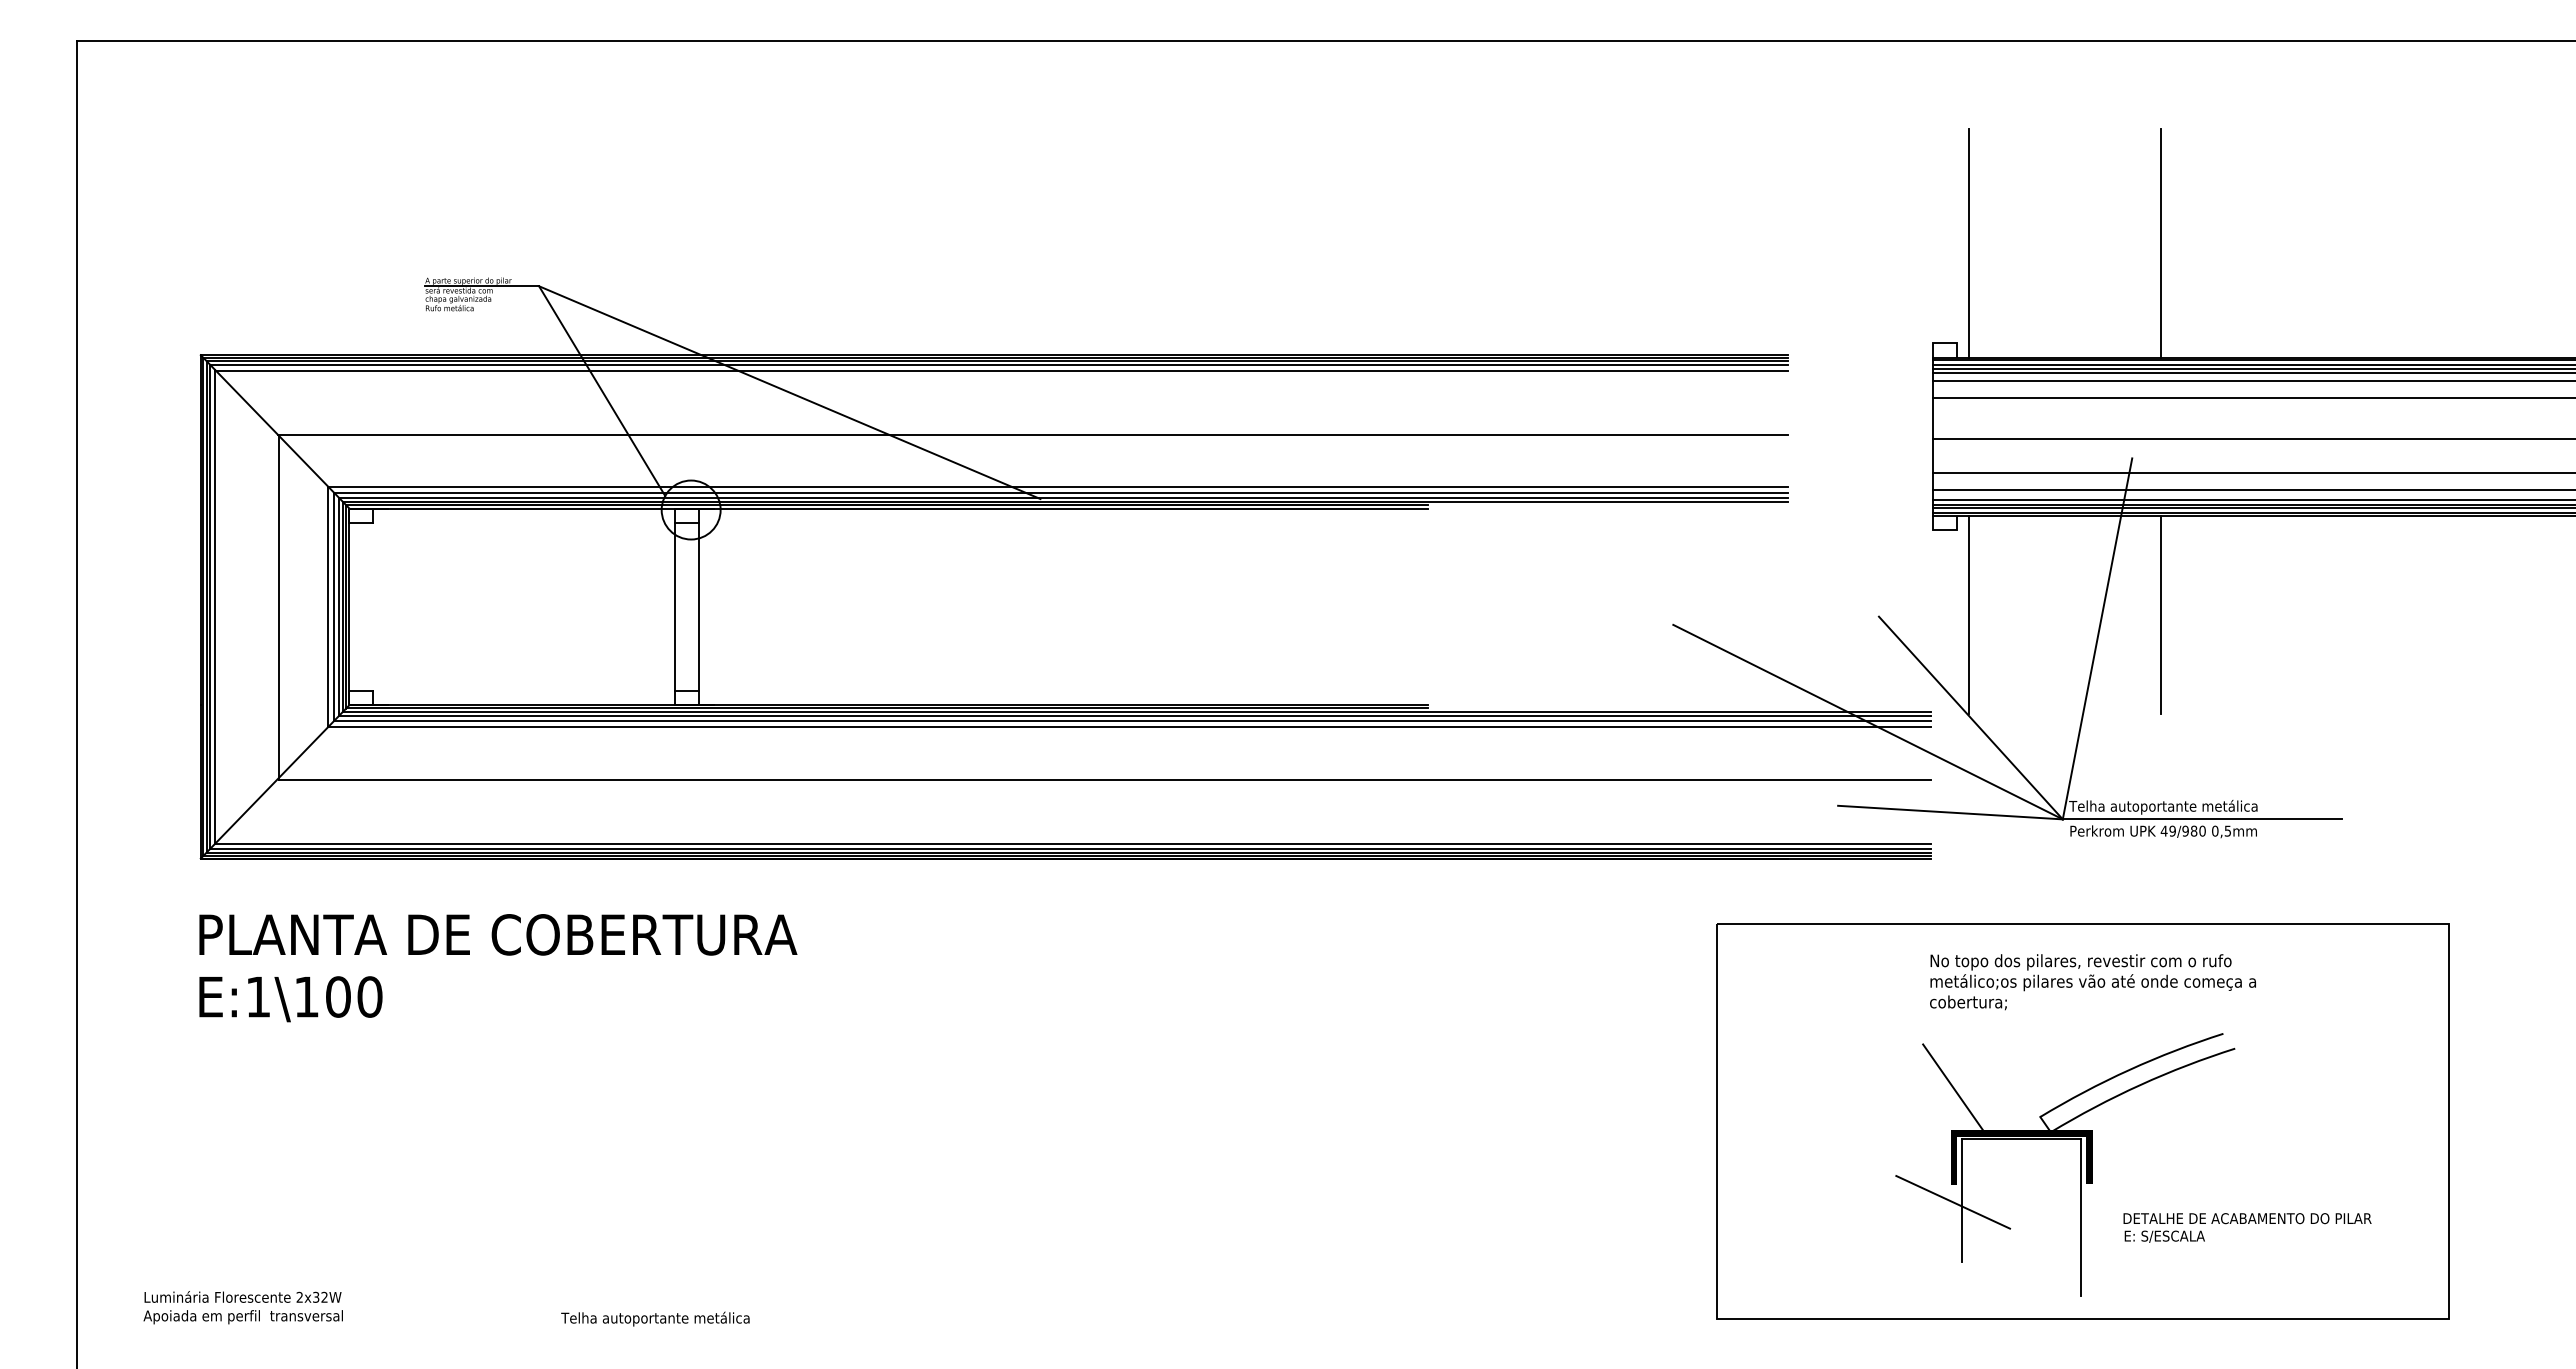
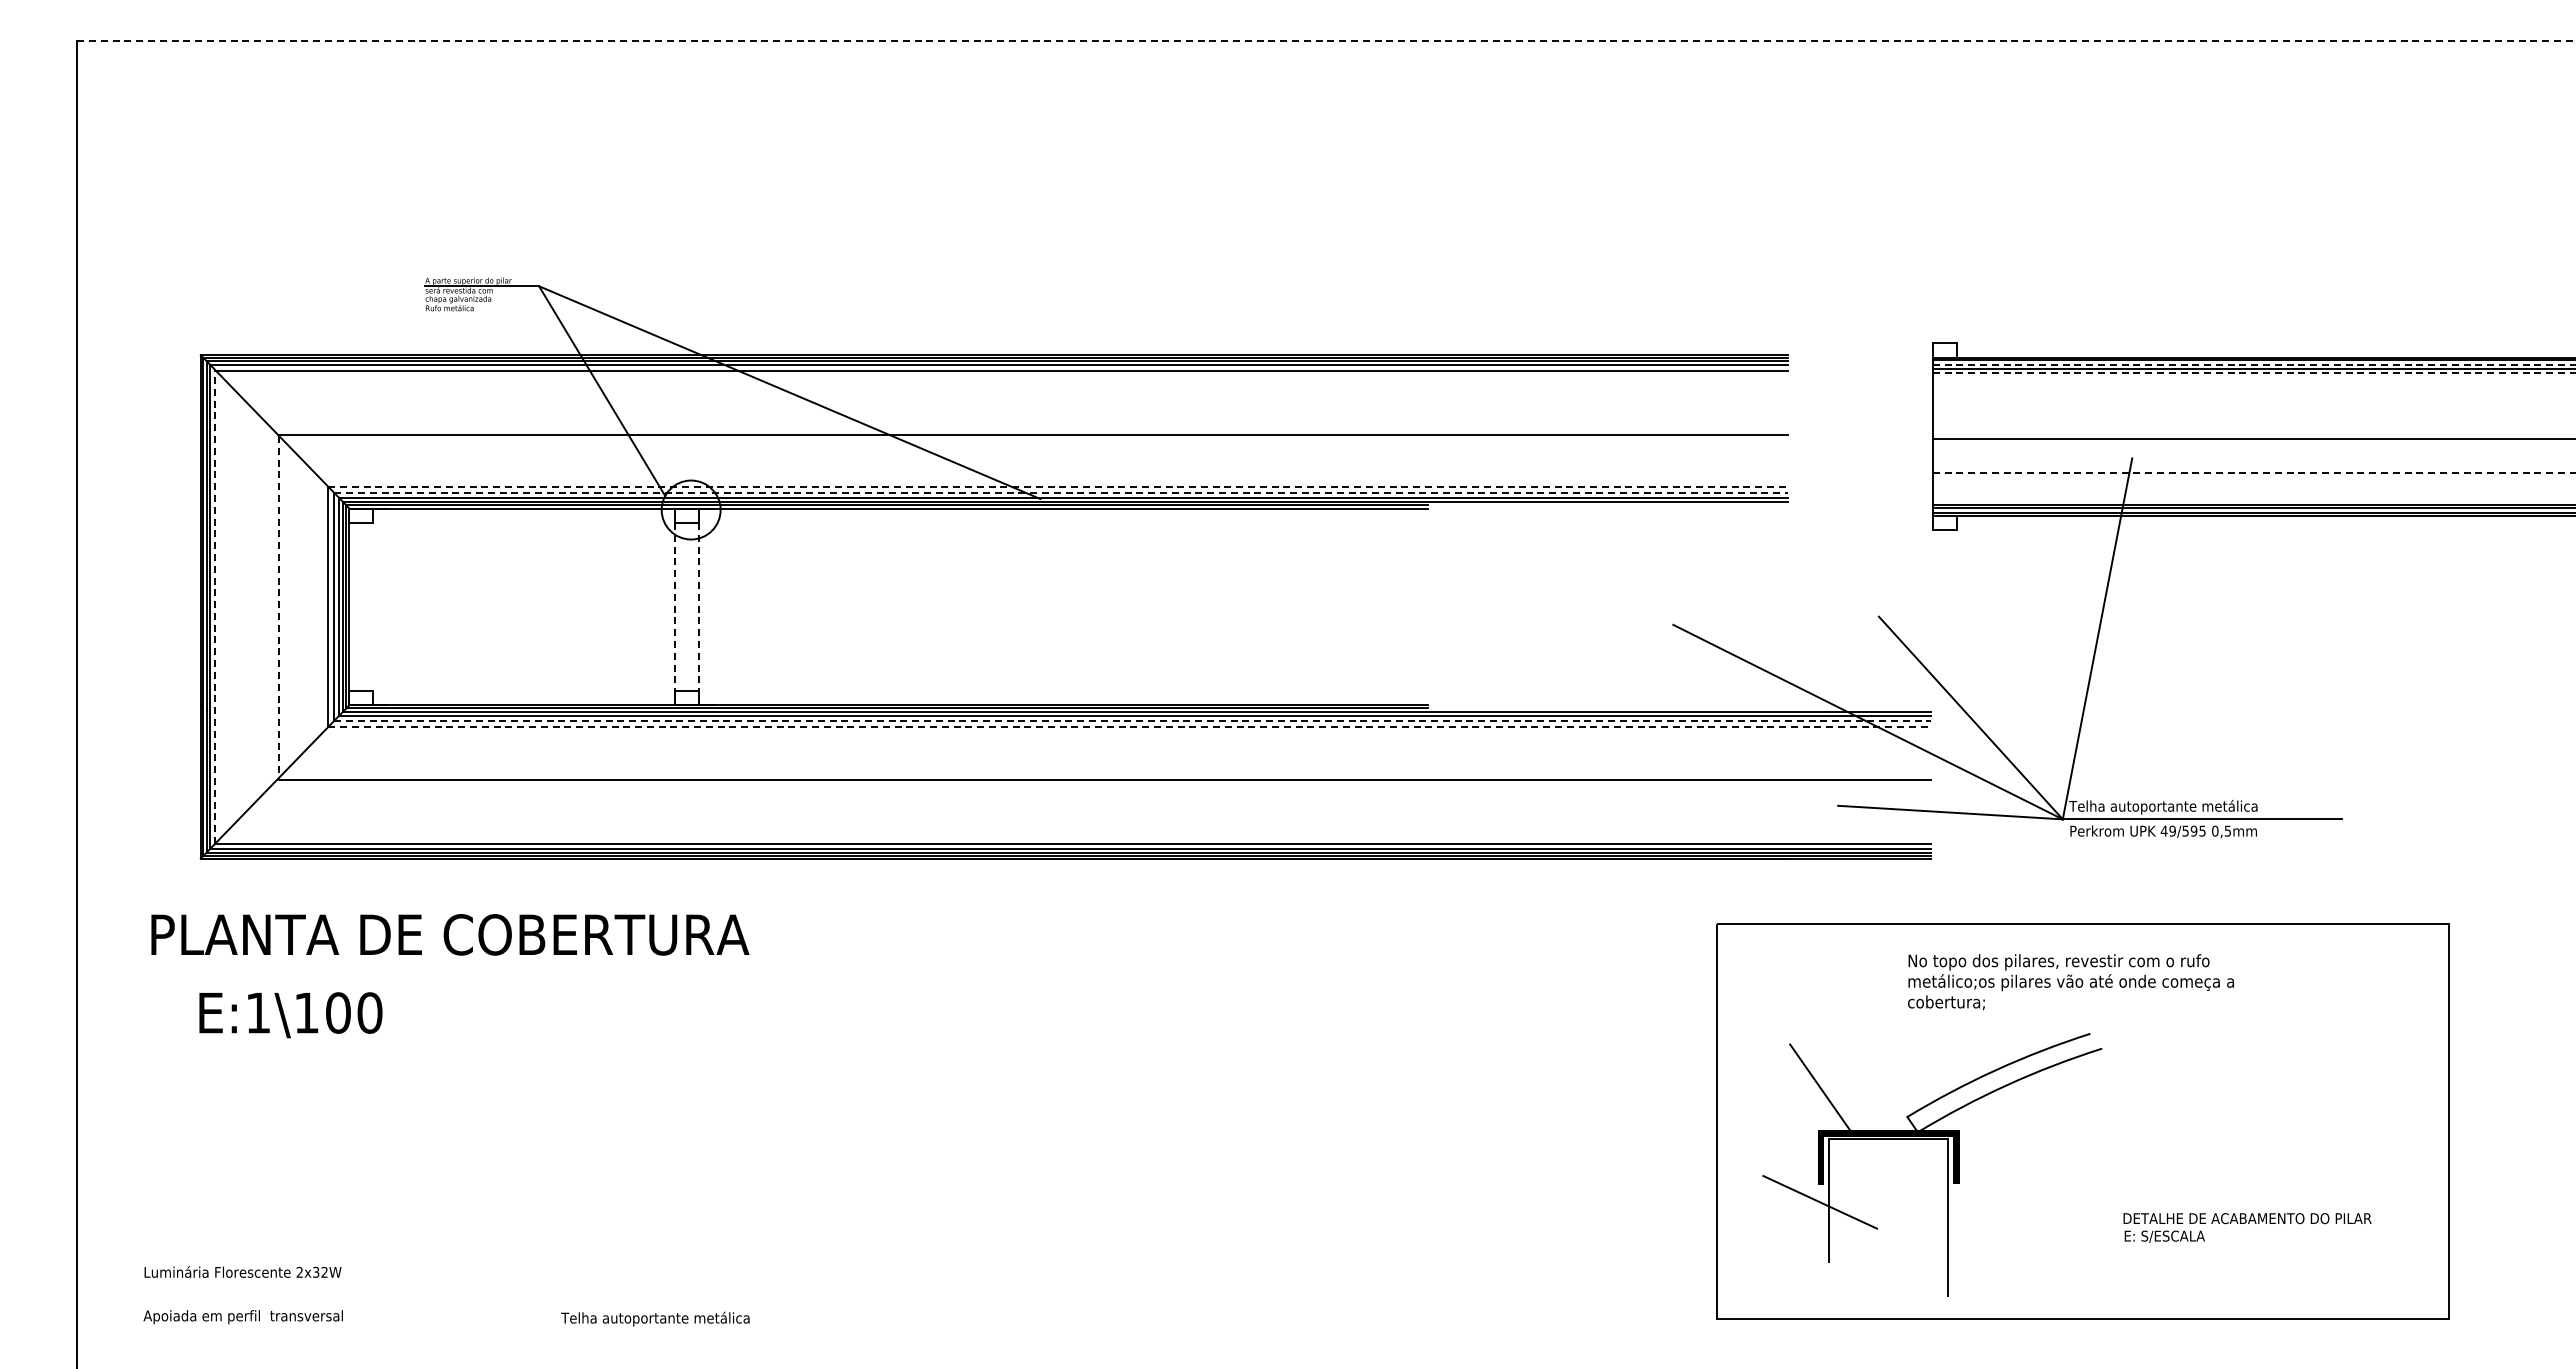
line at (1327, 40): solid -> dashed
line at (1968, 242): present -> none
line at (2160, 242): present -> none
line at (2254, 364): solid -> dashed
line at (2254, 373): solid -> dashed
line at (2252, 381): present -> none
line at (2252, 398): present -> none
line at (2254, 473): solid -> dashed
line at (1057, 486): solid -> dashed
line at (2252, 490): present -> none
line at (1061, 493): solid -> dashed
line at (2252, 499): present -> none
line at (675, 606): solid -> dashed
line at (699, 606): solid -> dashed
line at (215, 607): solid -> dashed
line at (279, 608): solid -> dashed
line at (1968, 614): present -> none
line at (2160, 614): present -> none
line at (1132, 720): solid -> dashed
line at (1130, 727): solid -> dashed
text at (2193, 830): 49/980 -> 49/595
text at (498, 934) position: (498, 934) -> (450, 934)
text at (2092, 982) position: (2092, 982) -> (2070, 982)
text at (290, 999) position: (290, 999) -> (290, 1015)
part at (2080, 1164) position: (2080, 1164) -> (1947, 1164)
text at (242, 1296) position: (242, 1296) -> (242, 1271)
